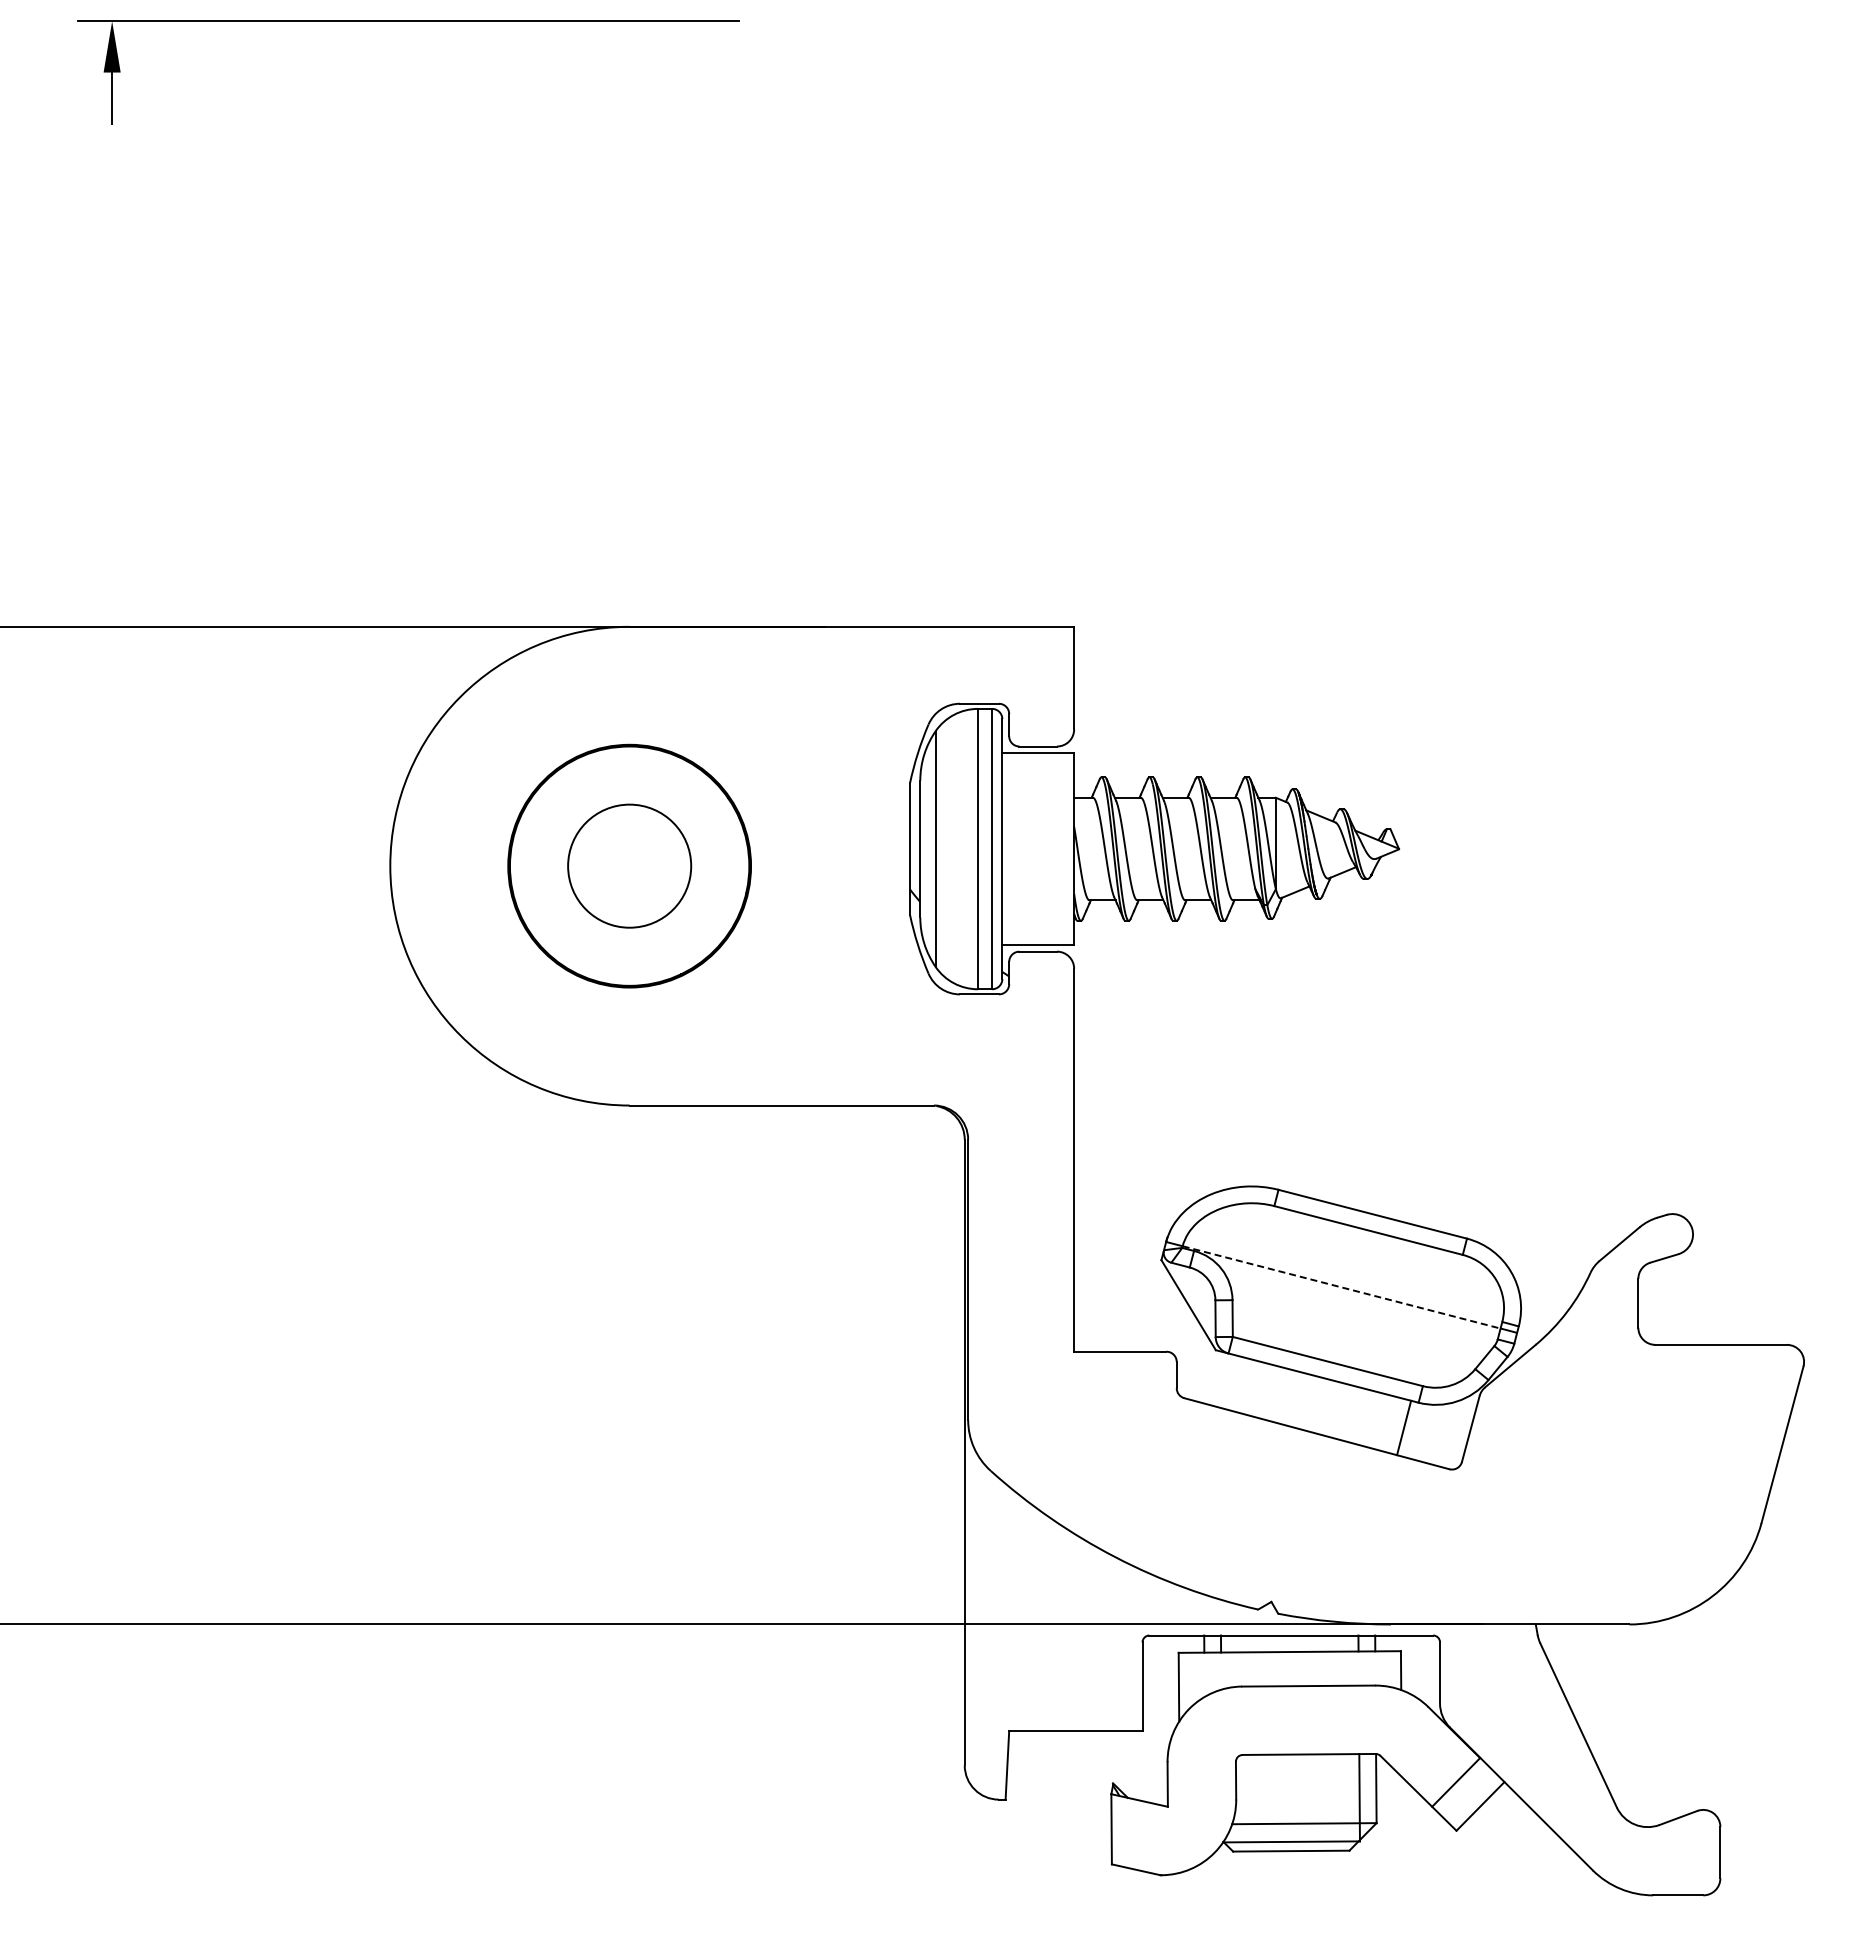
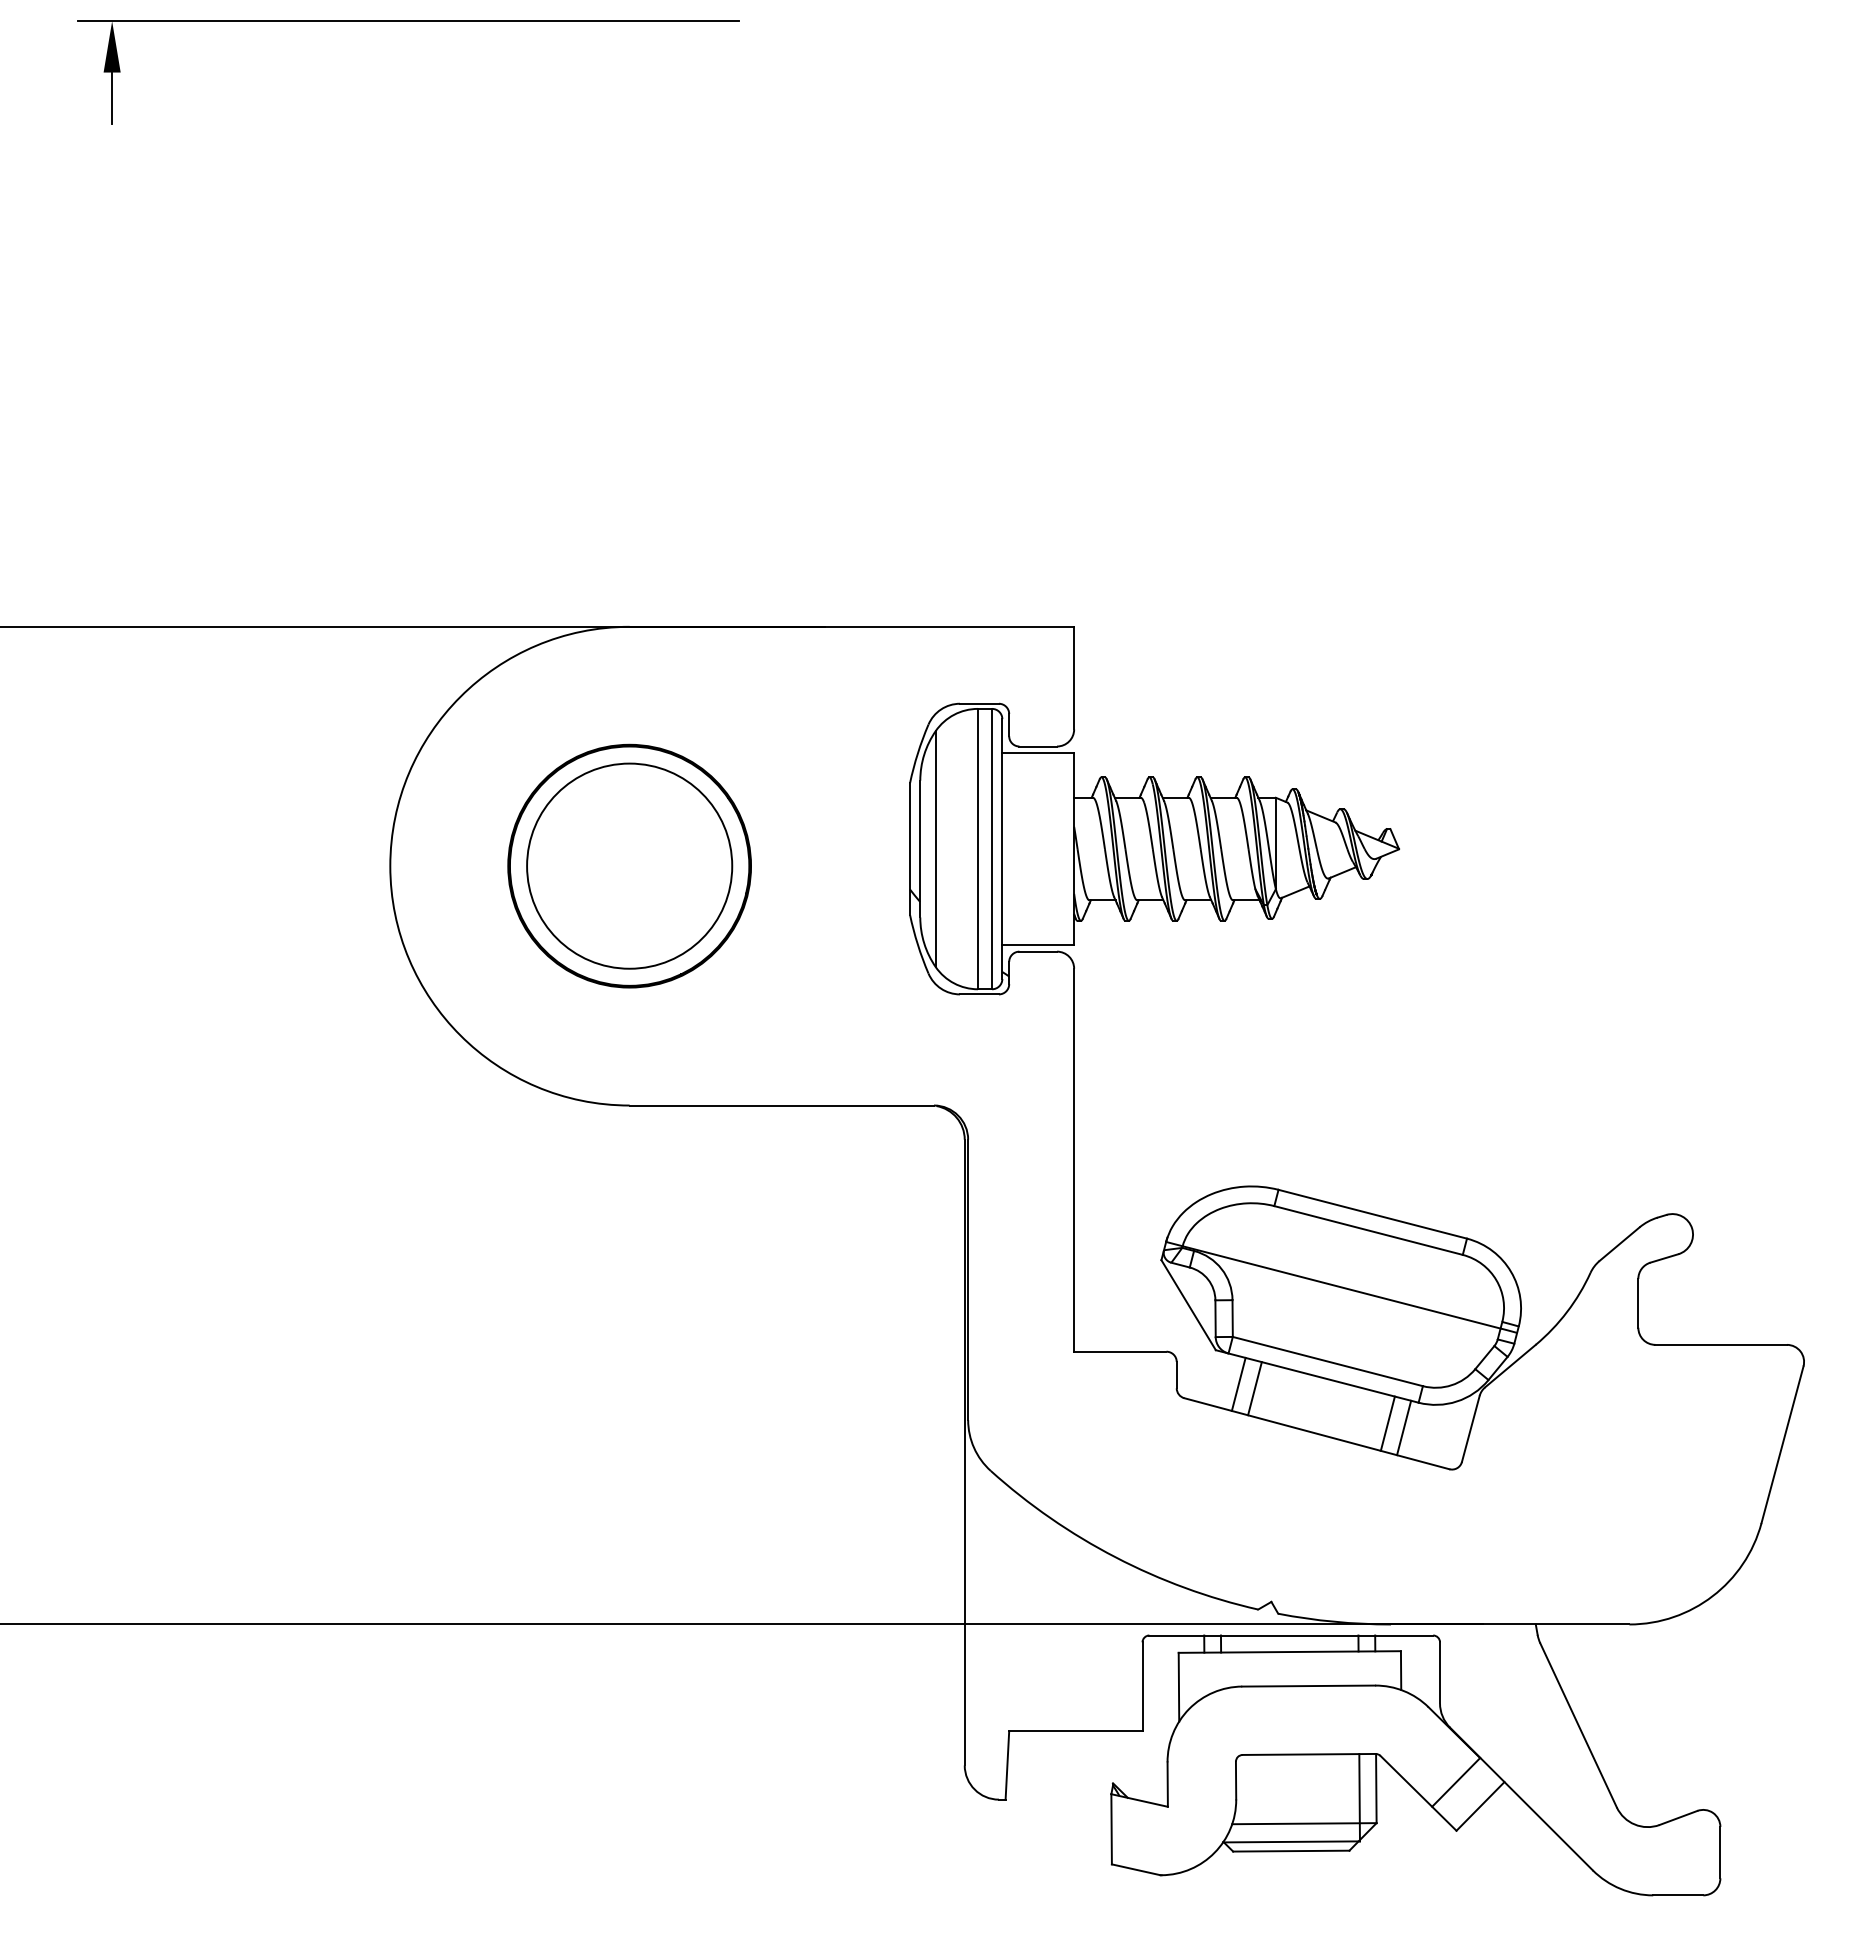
circle at (629, 865) diameter: 123 px -> 205 px
line at (1342, 1287): dashed -> solid
line at (1238, 1383): none -> present
line at (1254, 1388): none -> present
line at (1387, 1423): none -> present
